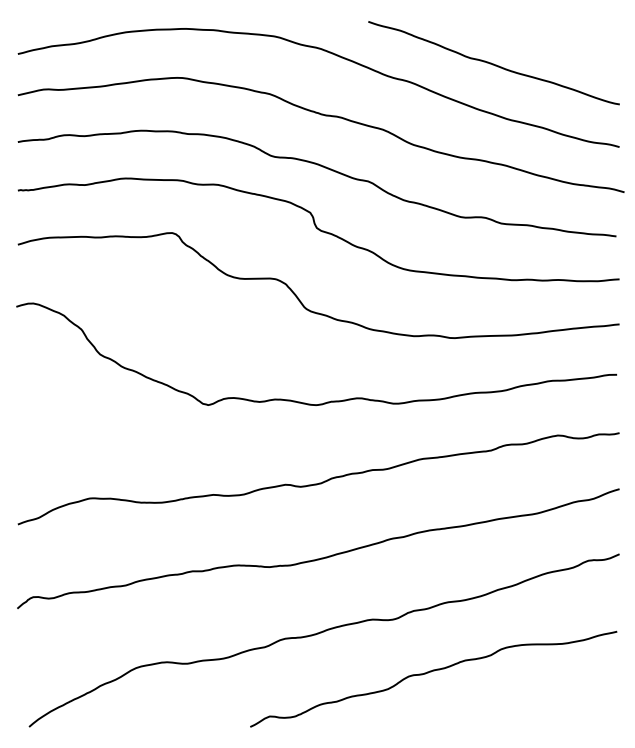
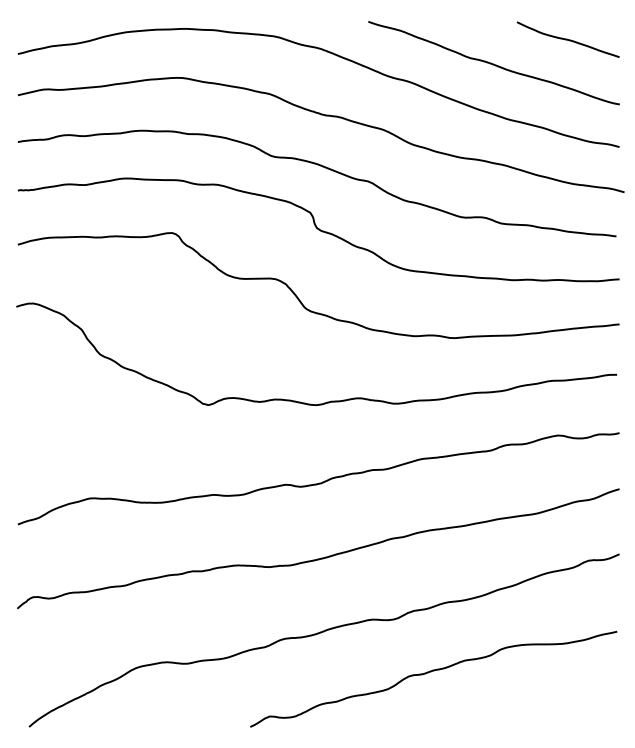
curve at (567, 39): none -> present
